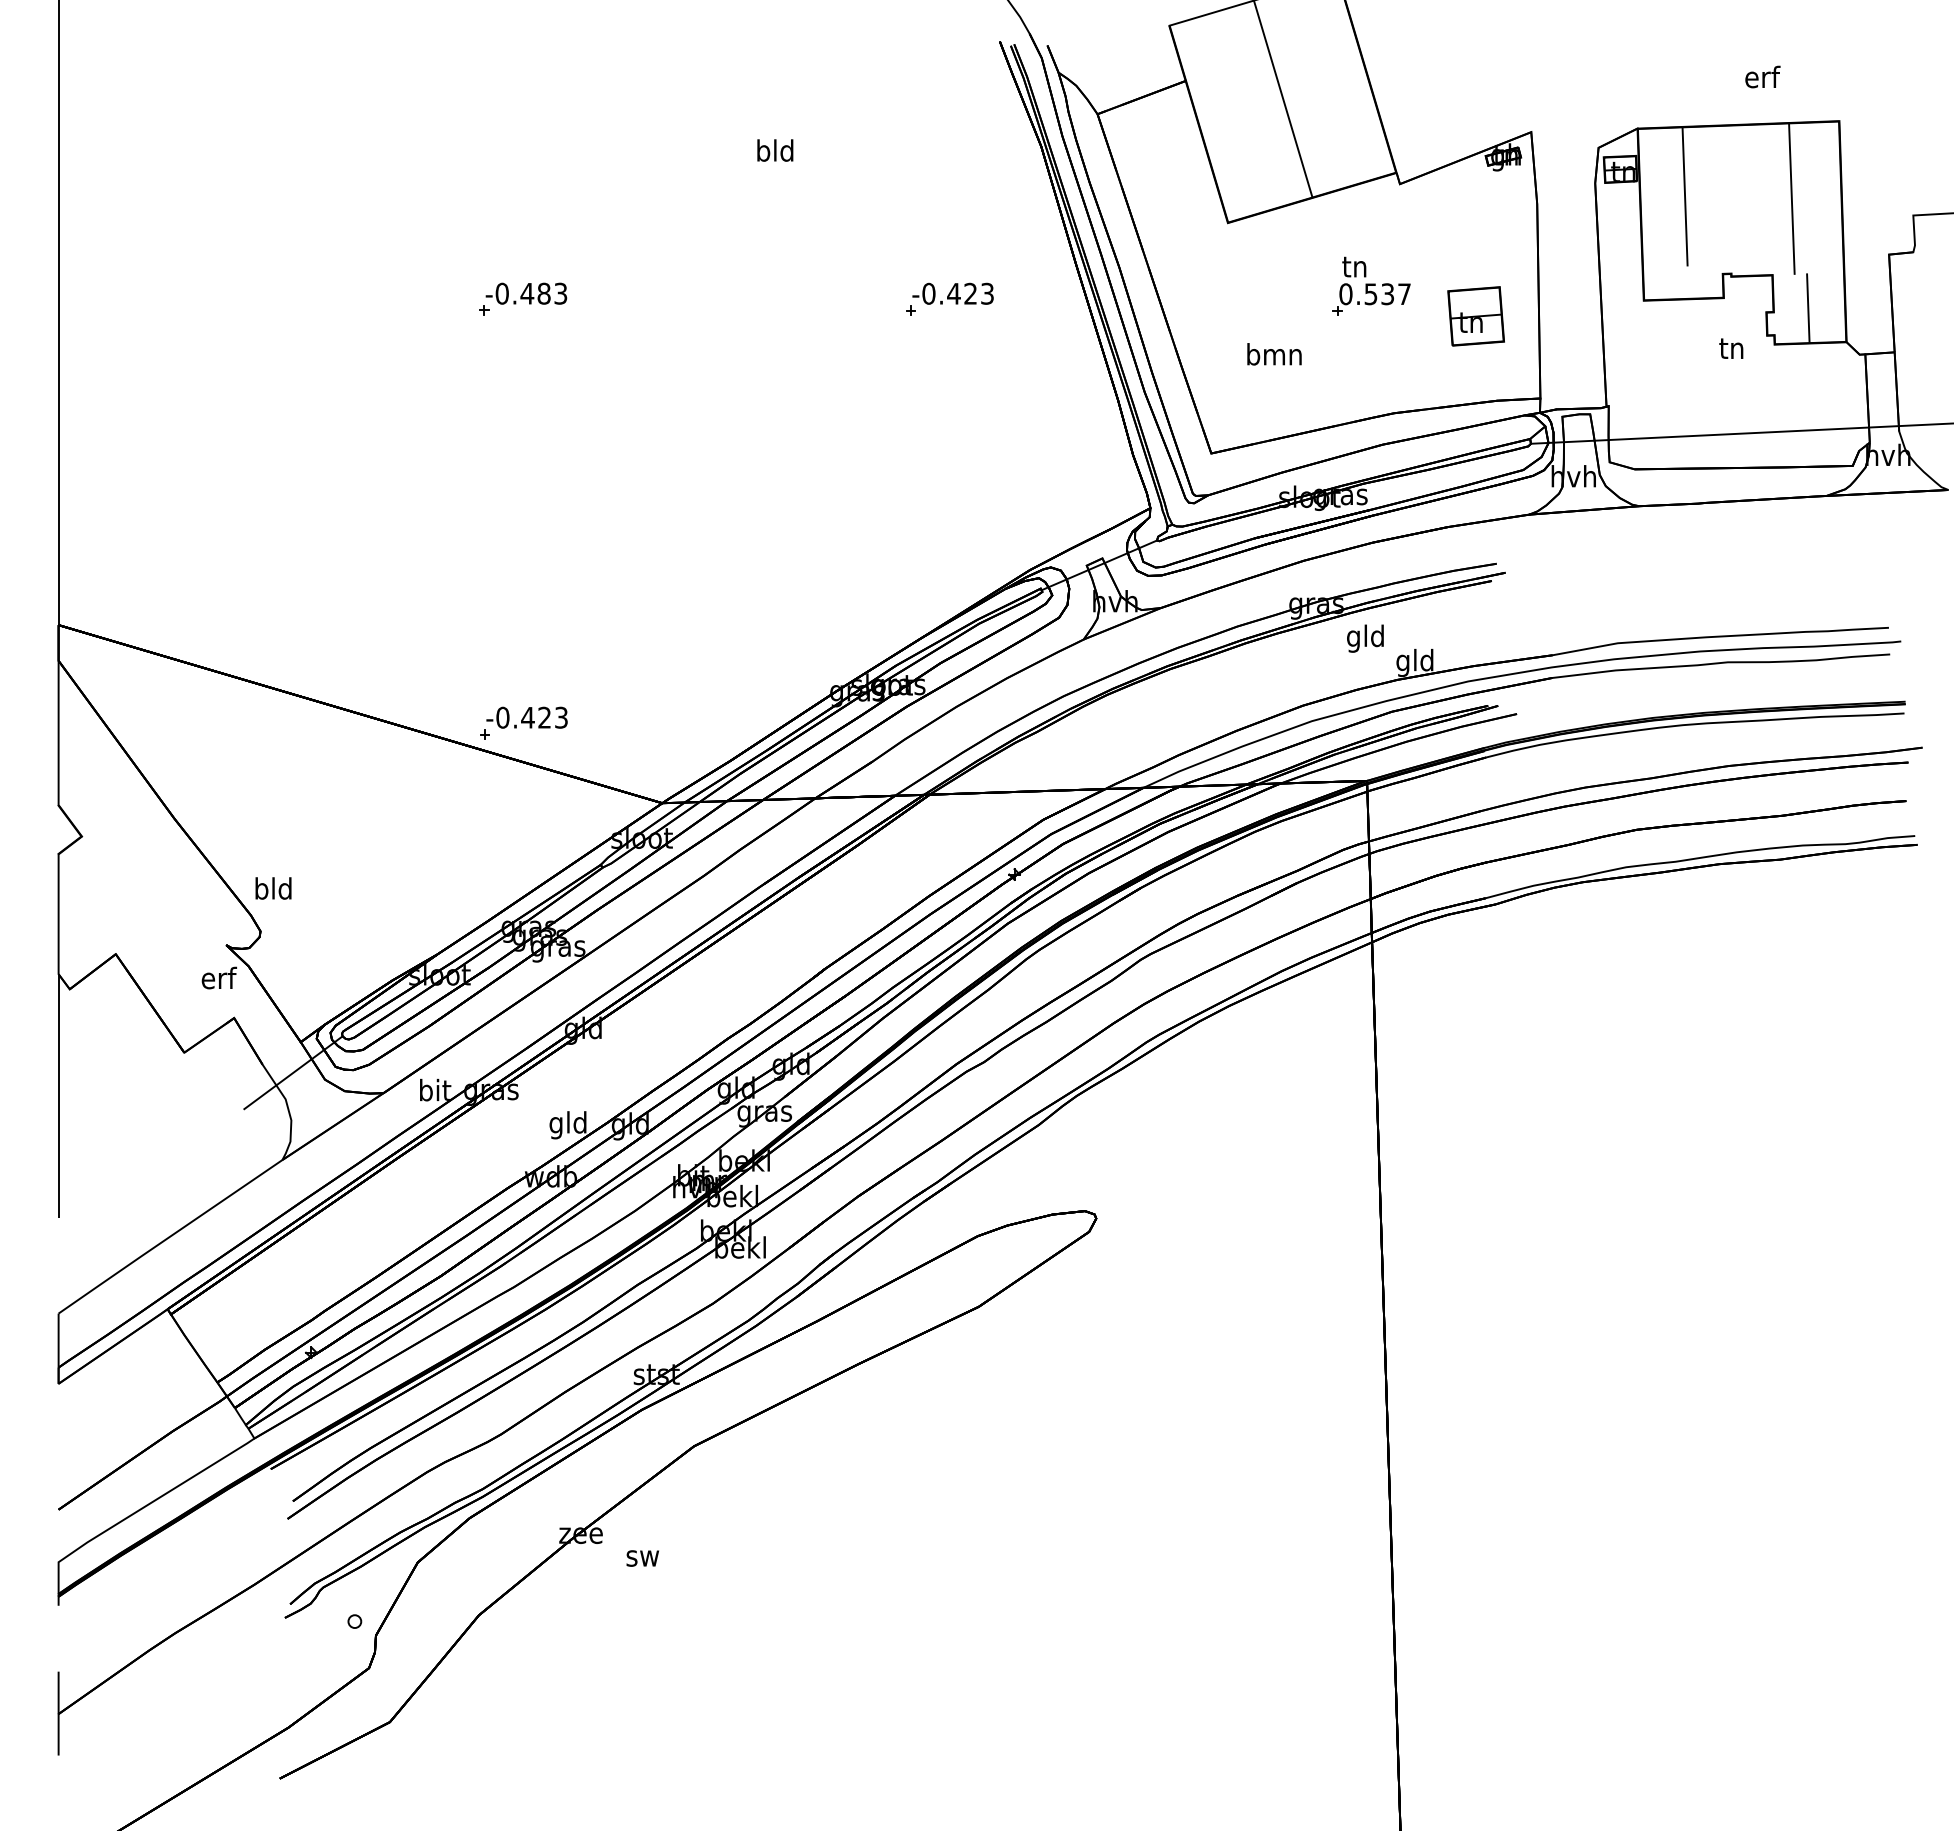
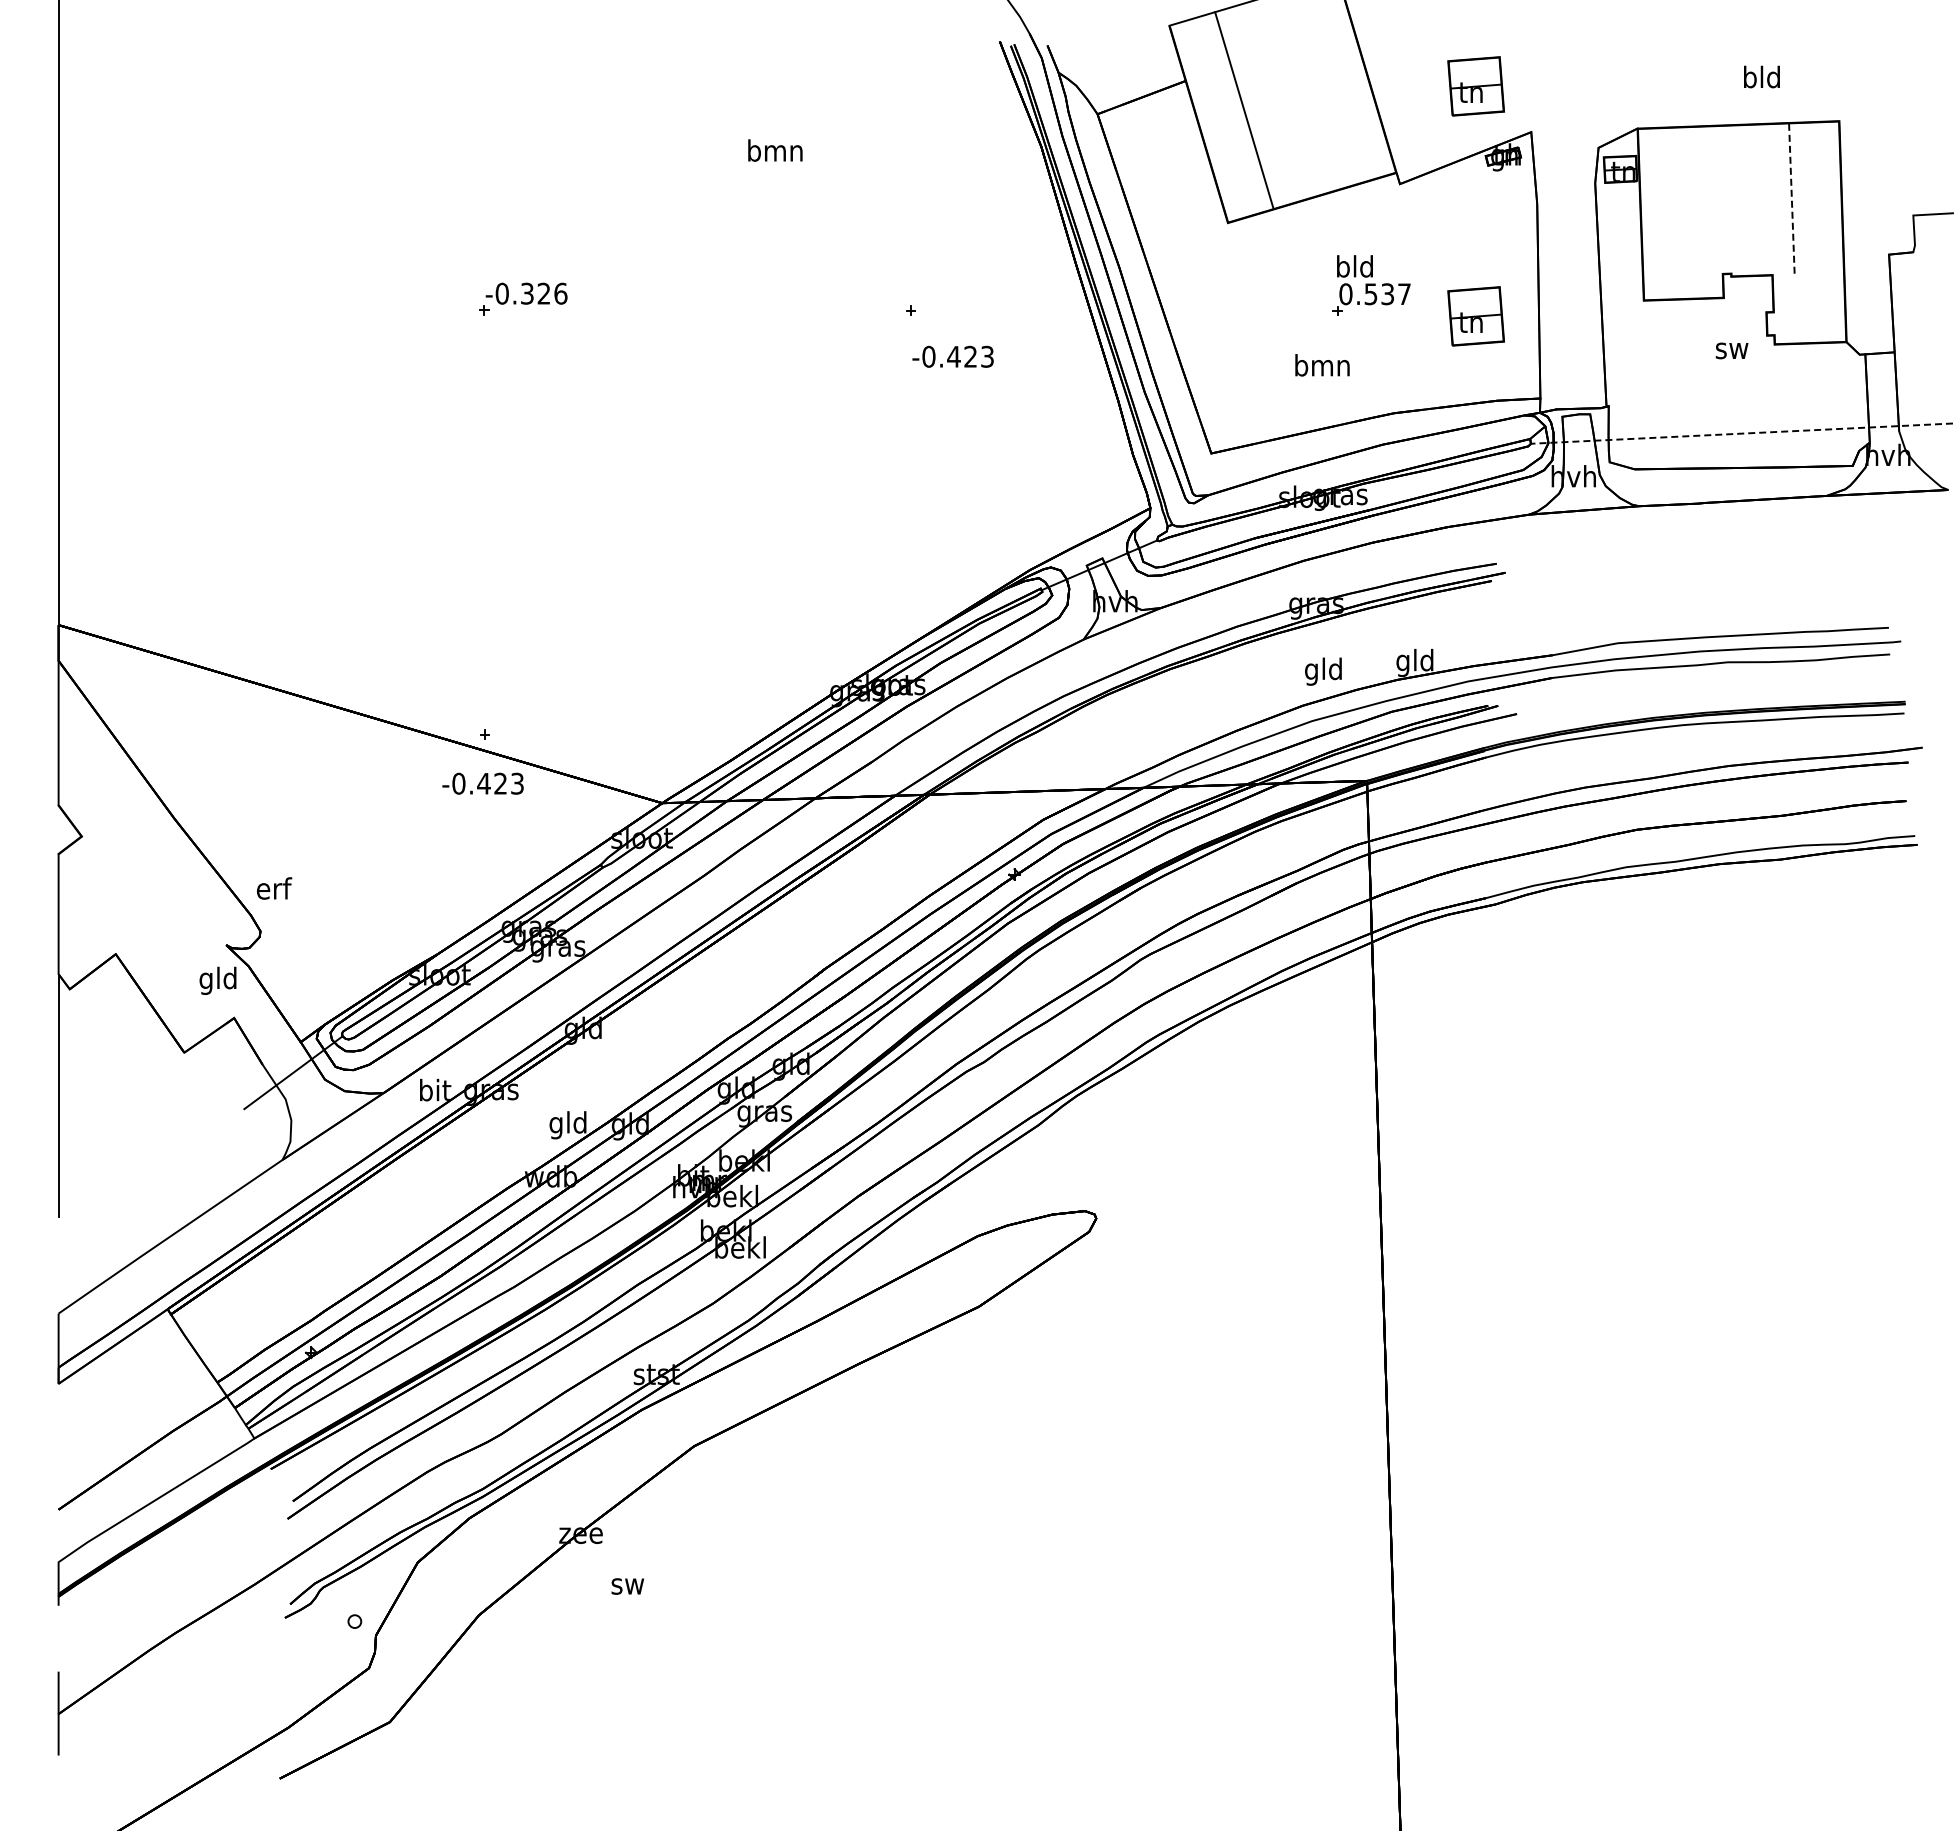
text at (1762, 76): erf -> bld
part at (1475, 86): none -> present
line at (1283, 99) position: (1283, 99) -> (1244, 110)
text at (775, 150): bld -> bmn
line at (1684, 196): present -> none
line at (1791, 199): solid -> dashed
text at (1354, 266): tn -> bld
text at (543, 293): -0.483 -> -0.326
text at (952, 293) position: (952, 293) -> (952, 356)
line at (1808, 308): present -> none
text at (1731, 348): tn -> sw
text at (1274, 354) position: (1274, 354) -> (1322, 365)
line at (1742, 433): solid -> dashed
text at (1365, 638) position: (1365, 638) -> (1323, 671)
text at (526, 717) position: (526, 717) -> (482, 783)
text at (273, 888): bld -> erf
text at (218, 980): erf -> gld
text at (642, 1558) position: (642, 1558) -> (627, 1586)
